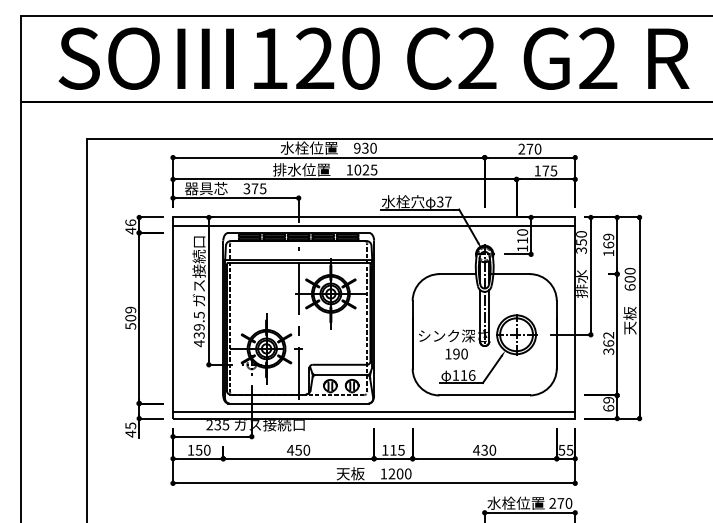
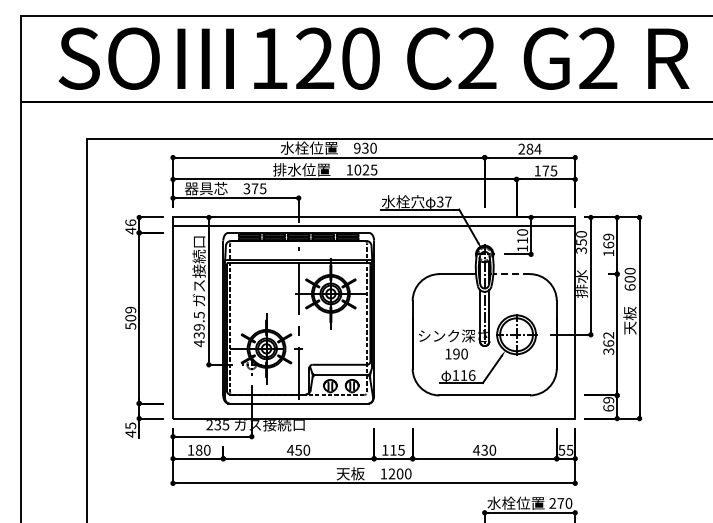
text at (533, 148): 270 -> 284
line at (511, 274): solid -> dashed
line at (374, 411): present -> none
text at (198, 449): 150 -> 180
